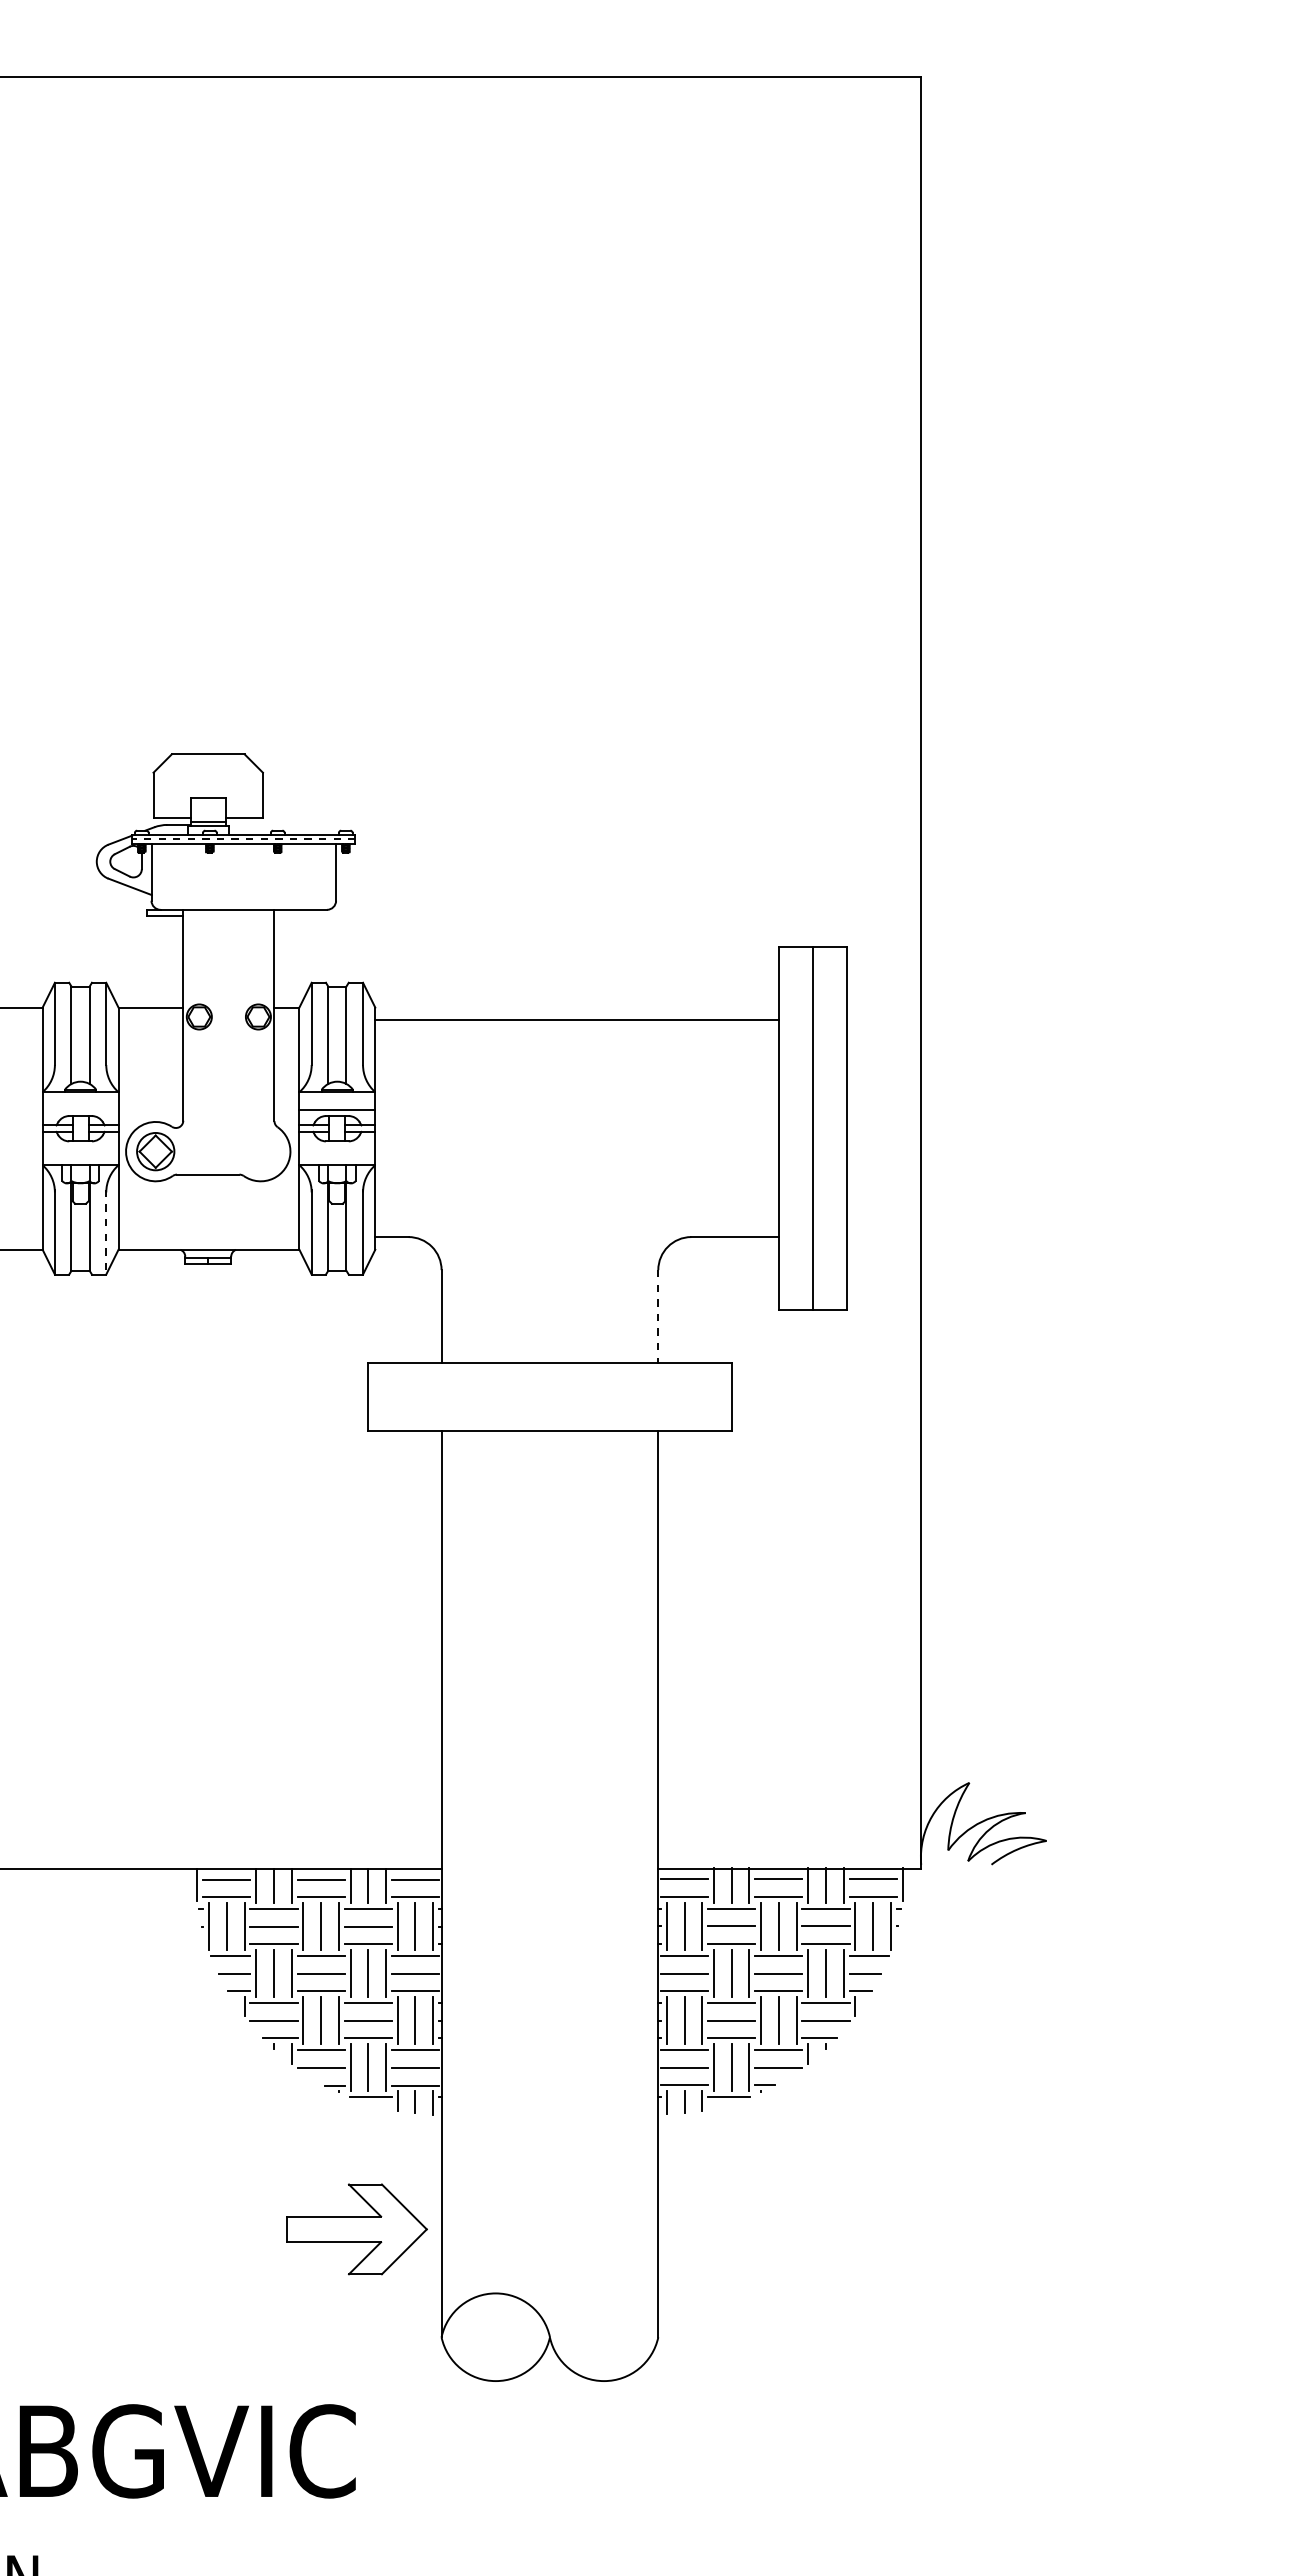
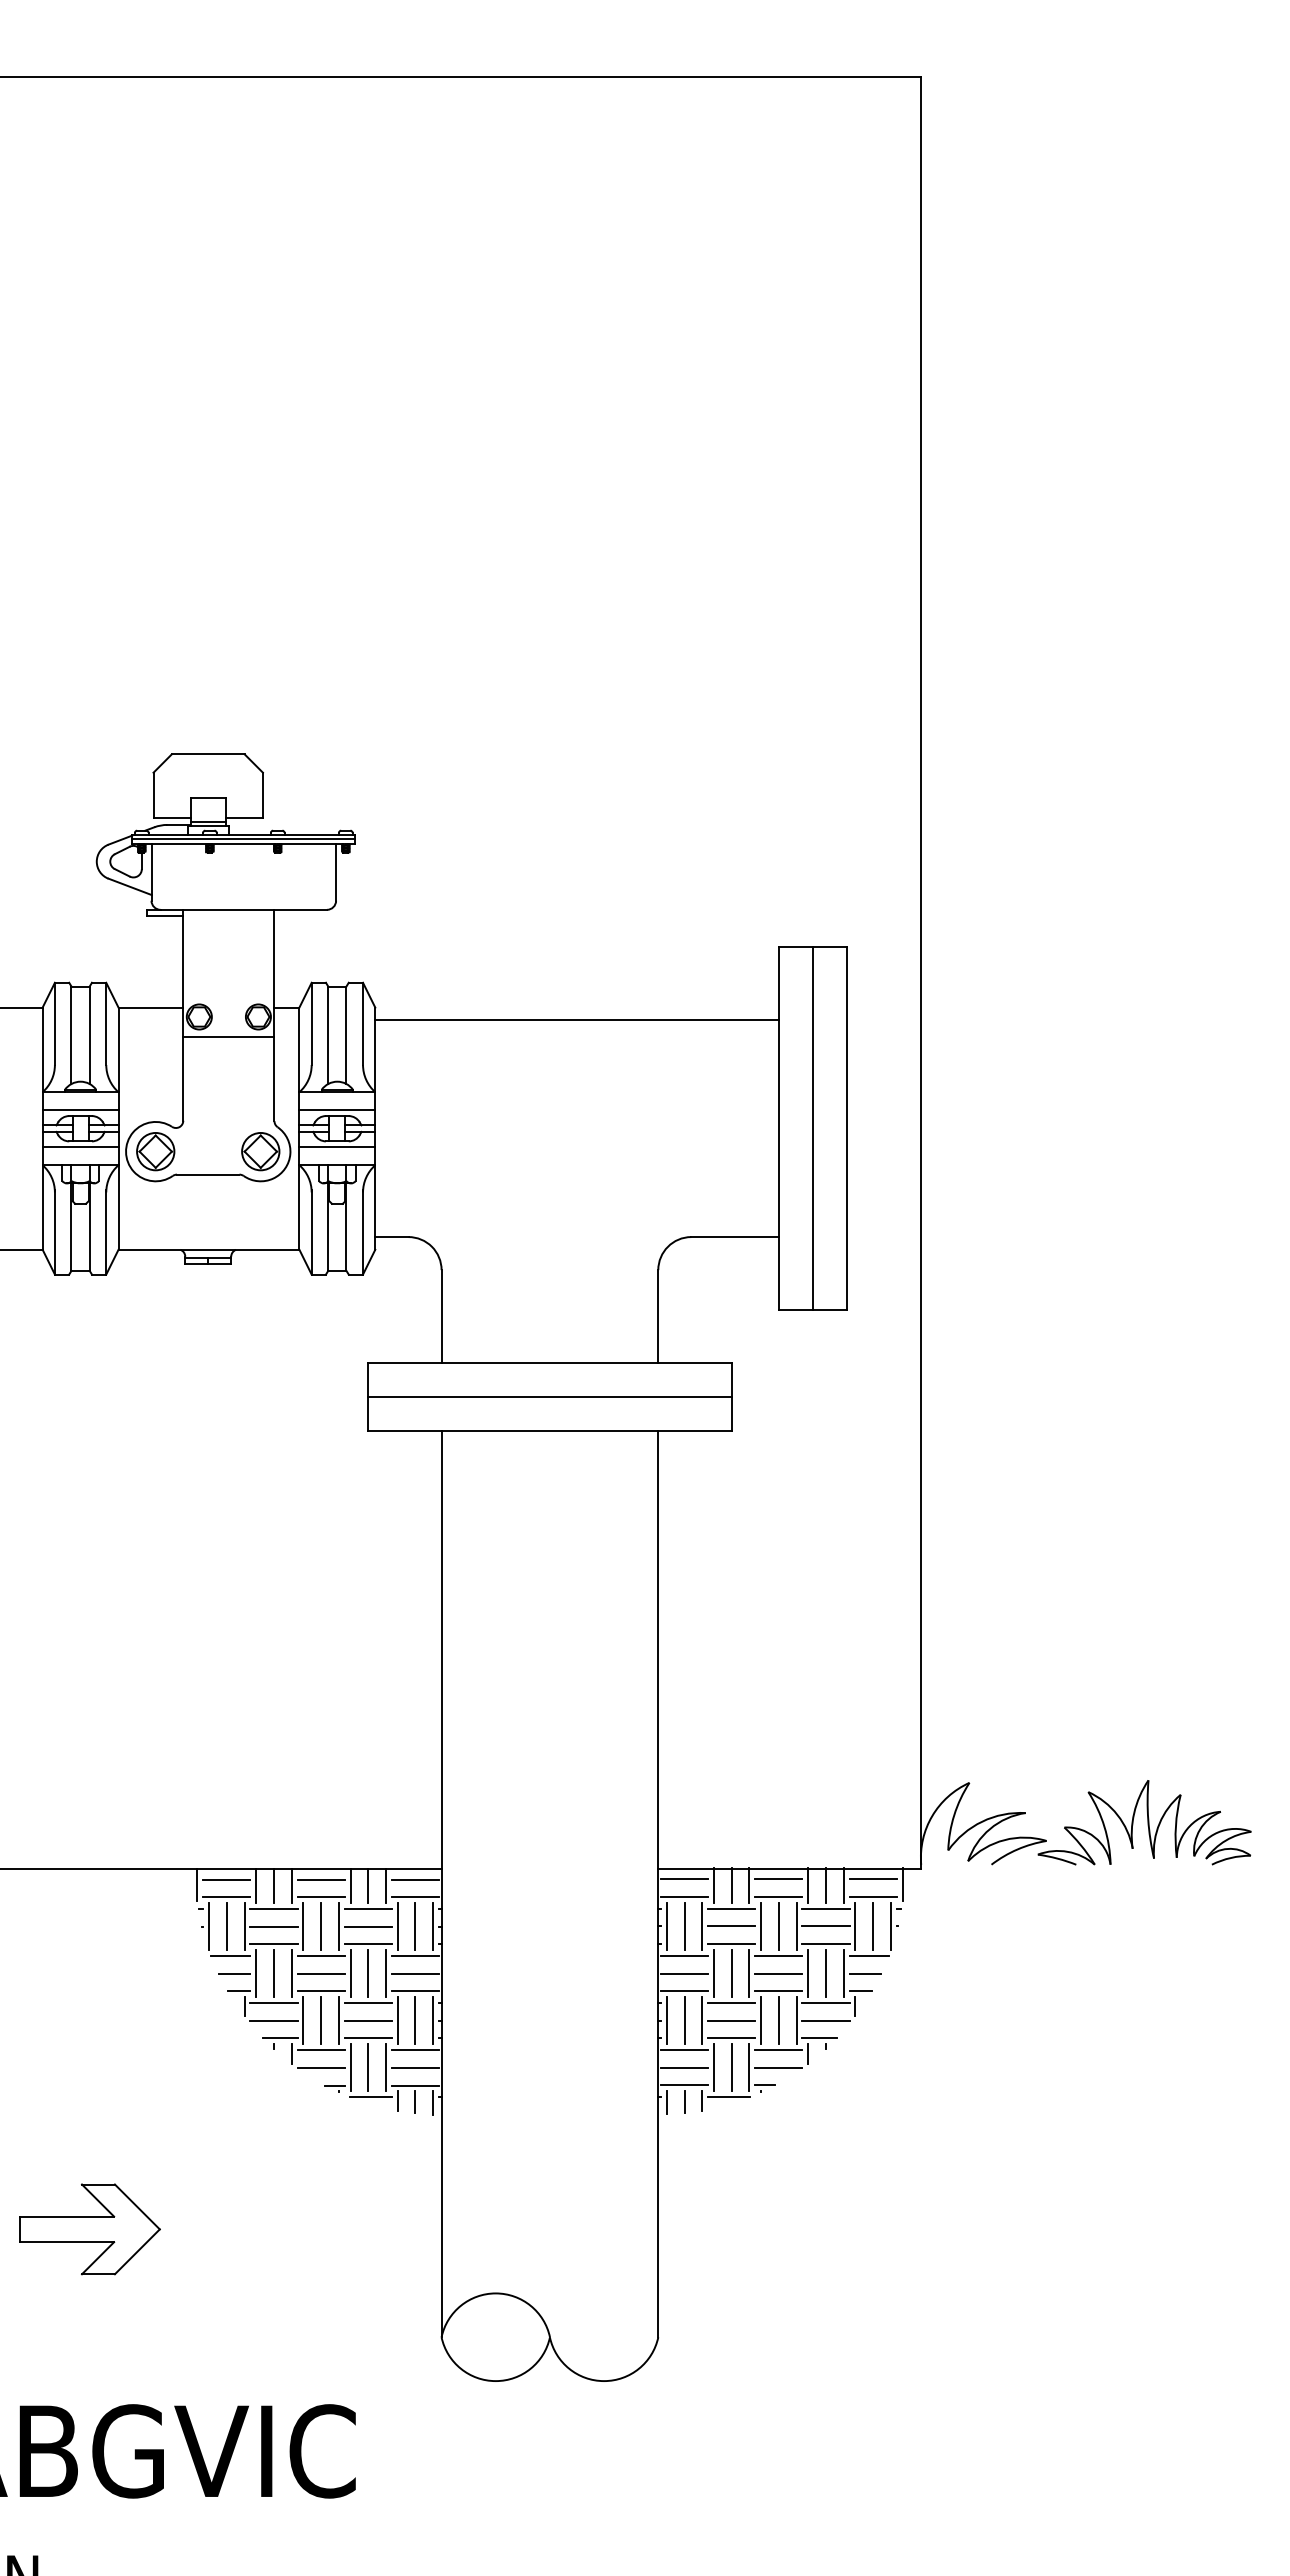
line at (243, 839): dashed -> solid
line at (228, 1037): none -> present
line at (80, 1110): none -> present
line at (80, 1146): none -> present
line at (337, 1146): none -> present
part at (260, 1151): none -> present
line at (106, 1232): dashed -> solid
line at (658, 1316): dashed -> solid
line at (549, 1397): none -> present
part at (1144, 1822): none -> present
part at (356, 2229) position: (356, 2229) -> (89, 2229)
